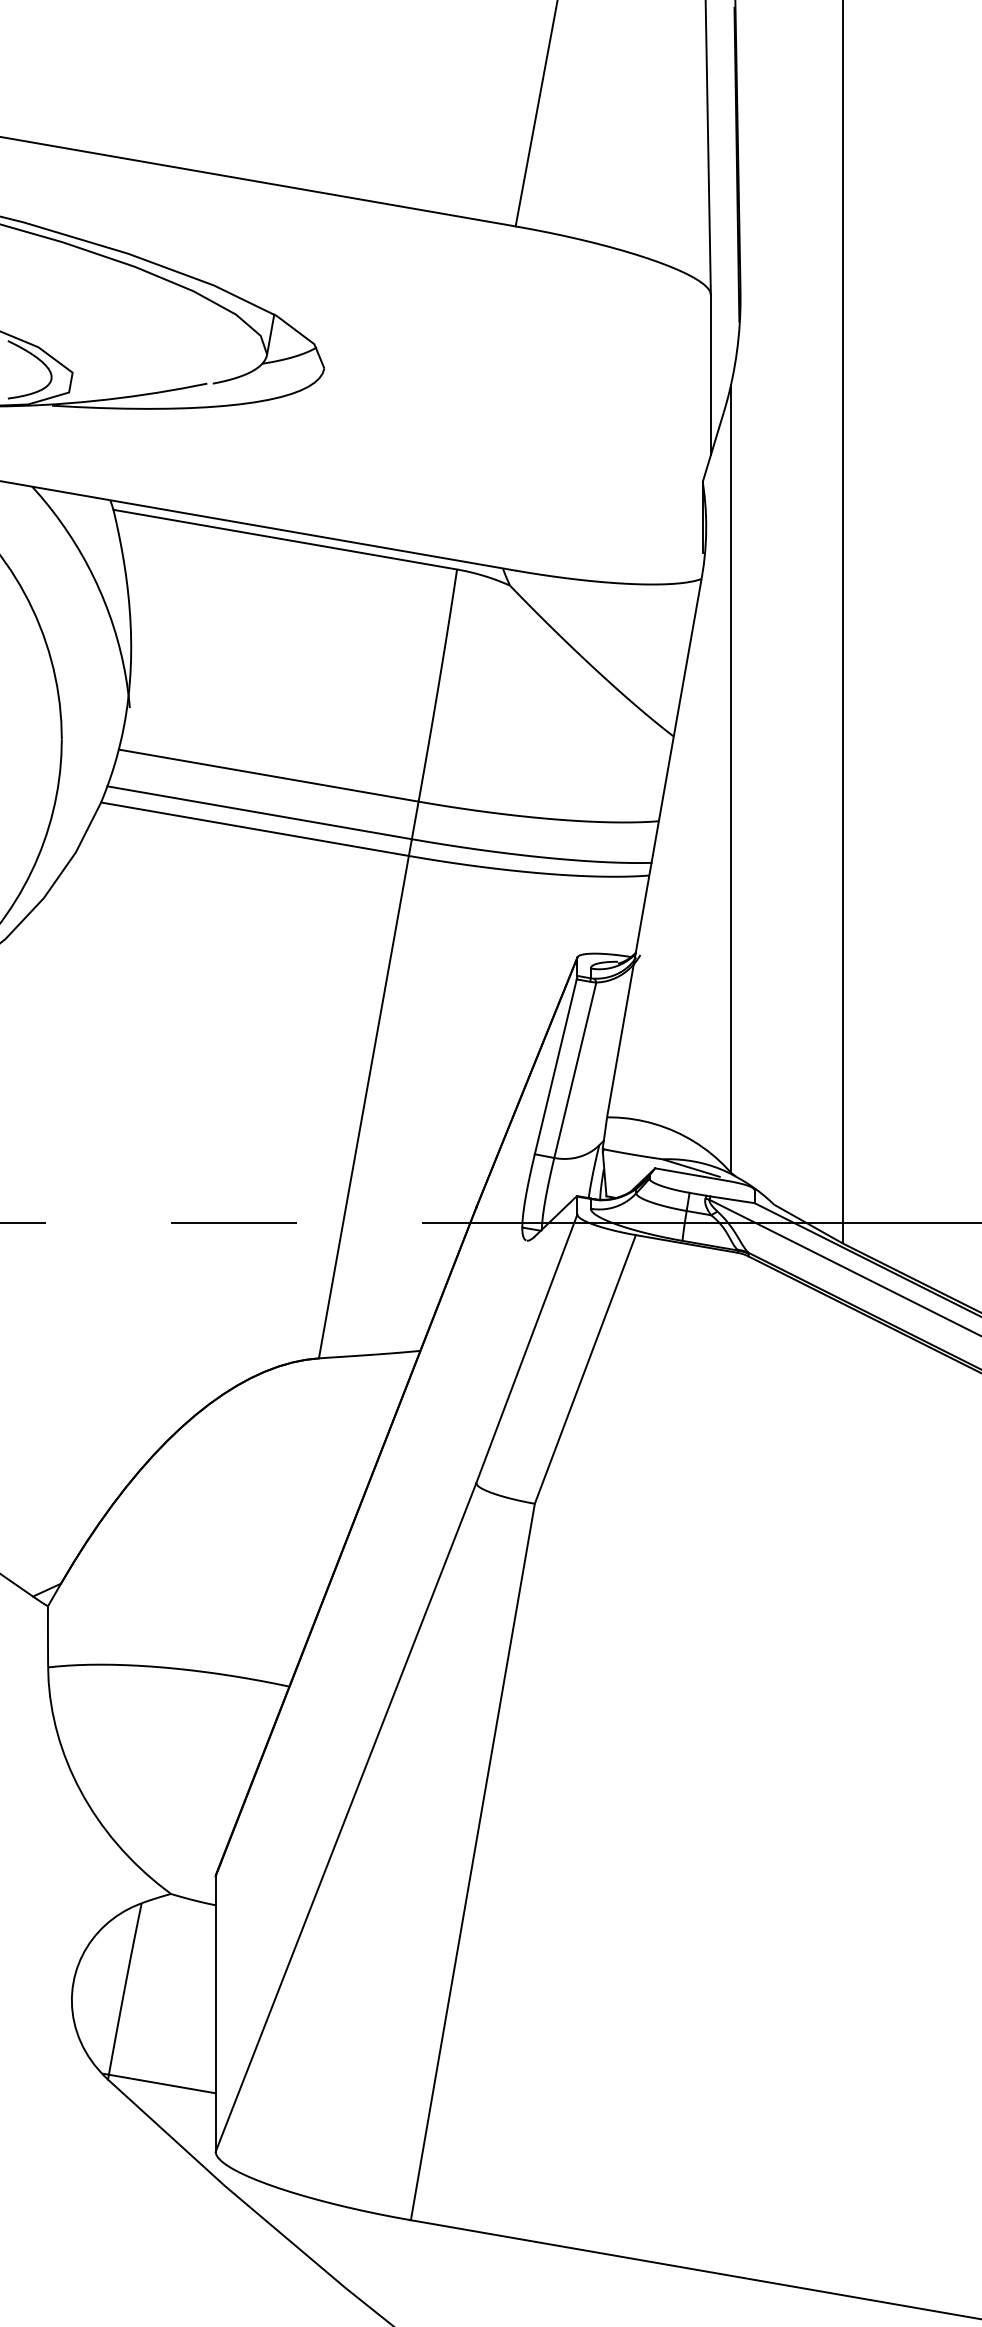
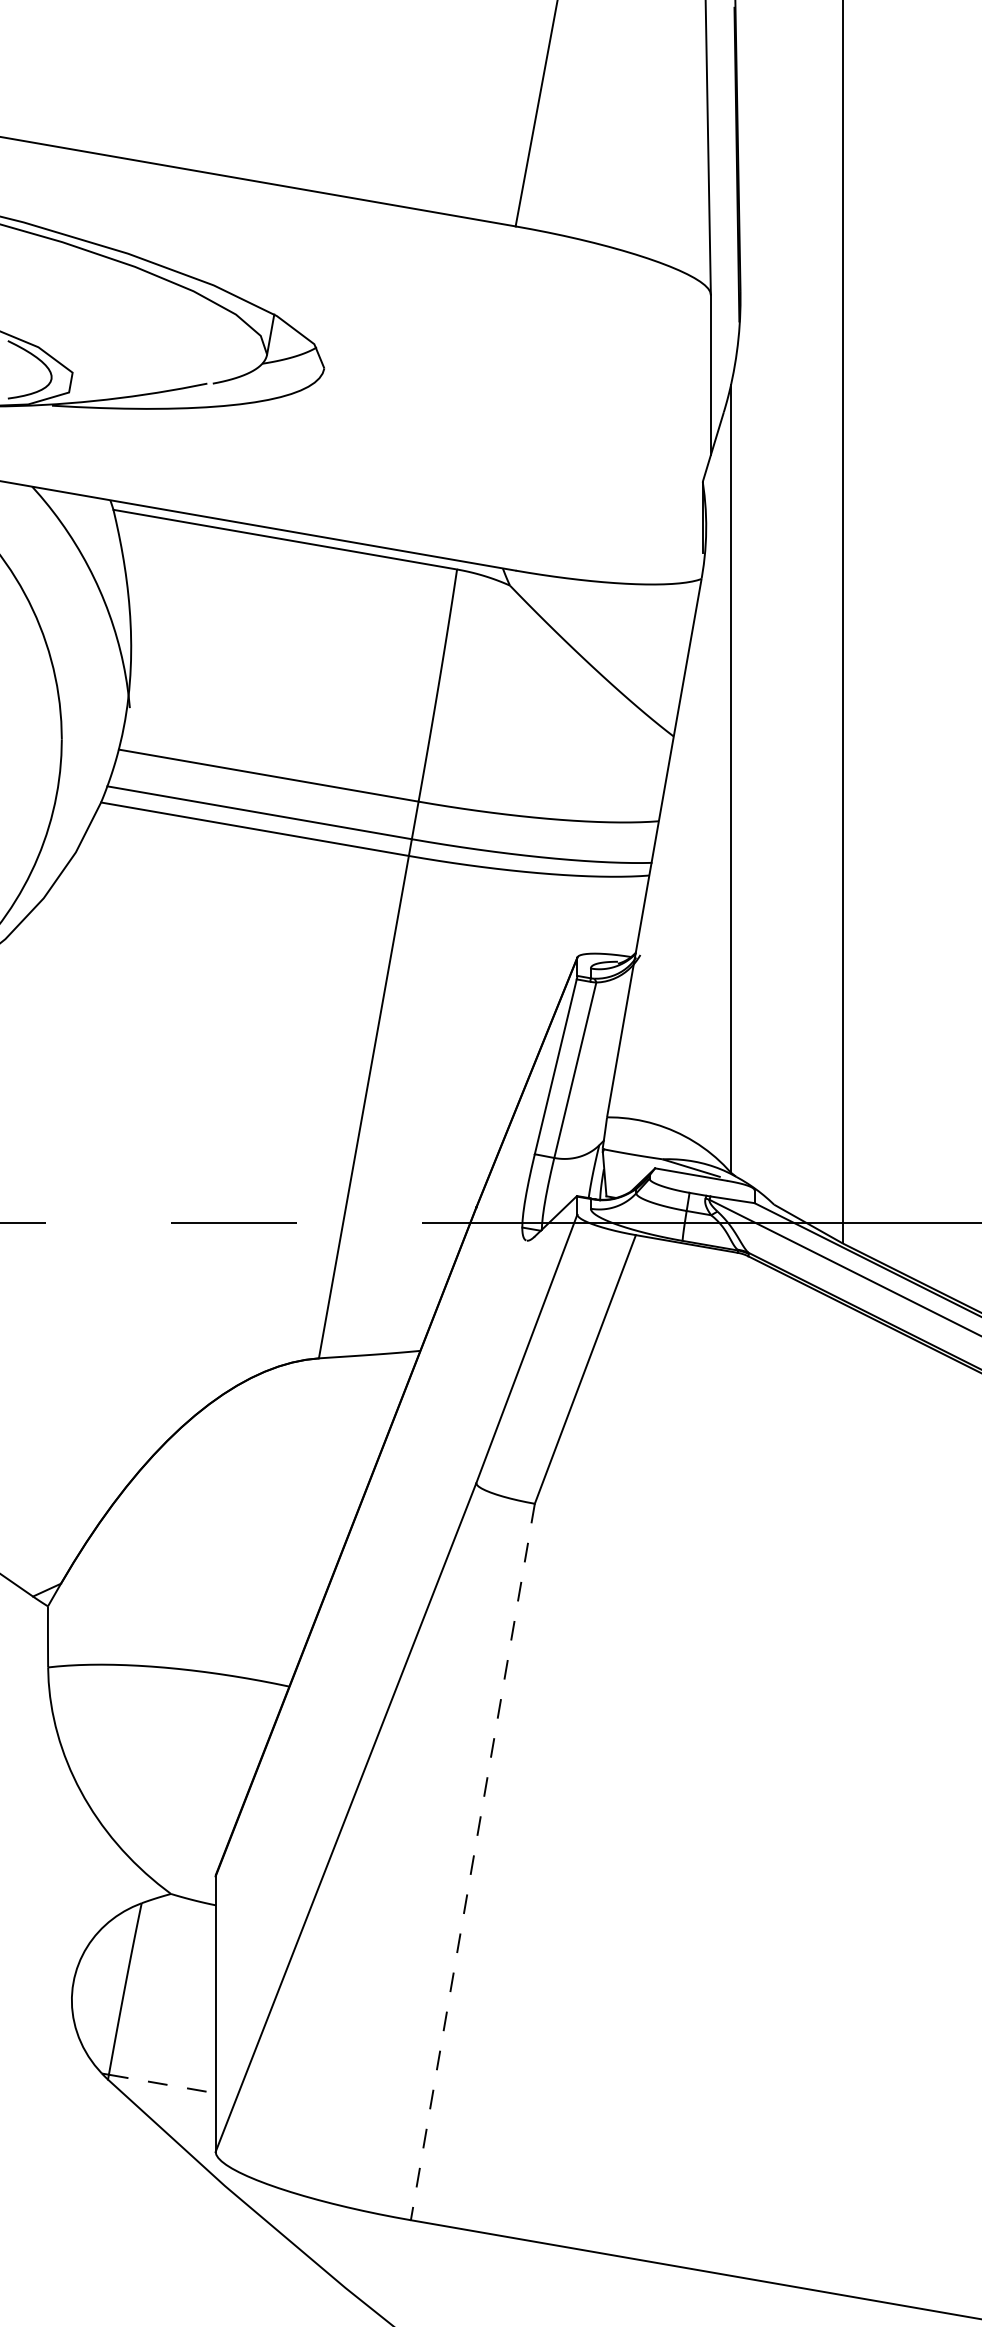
line at (472, 1862): solid -> dashed
line at (162, 2084): solid -> dashed
